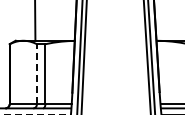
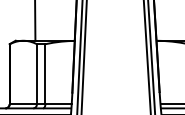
line at (36, 74): dashed -> solid
line at (35, 114): dashed -> solid
